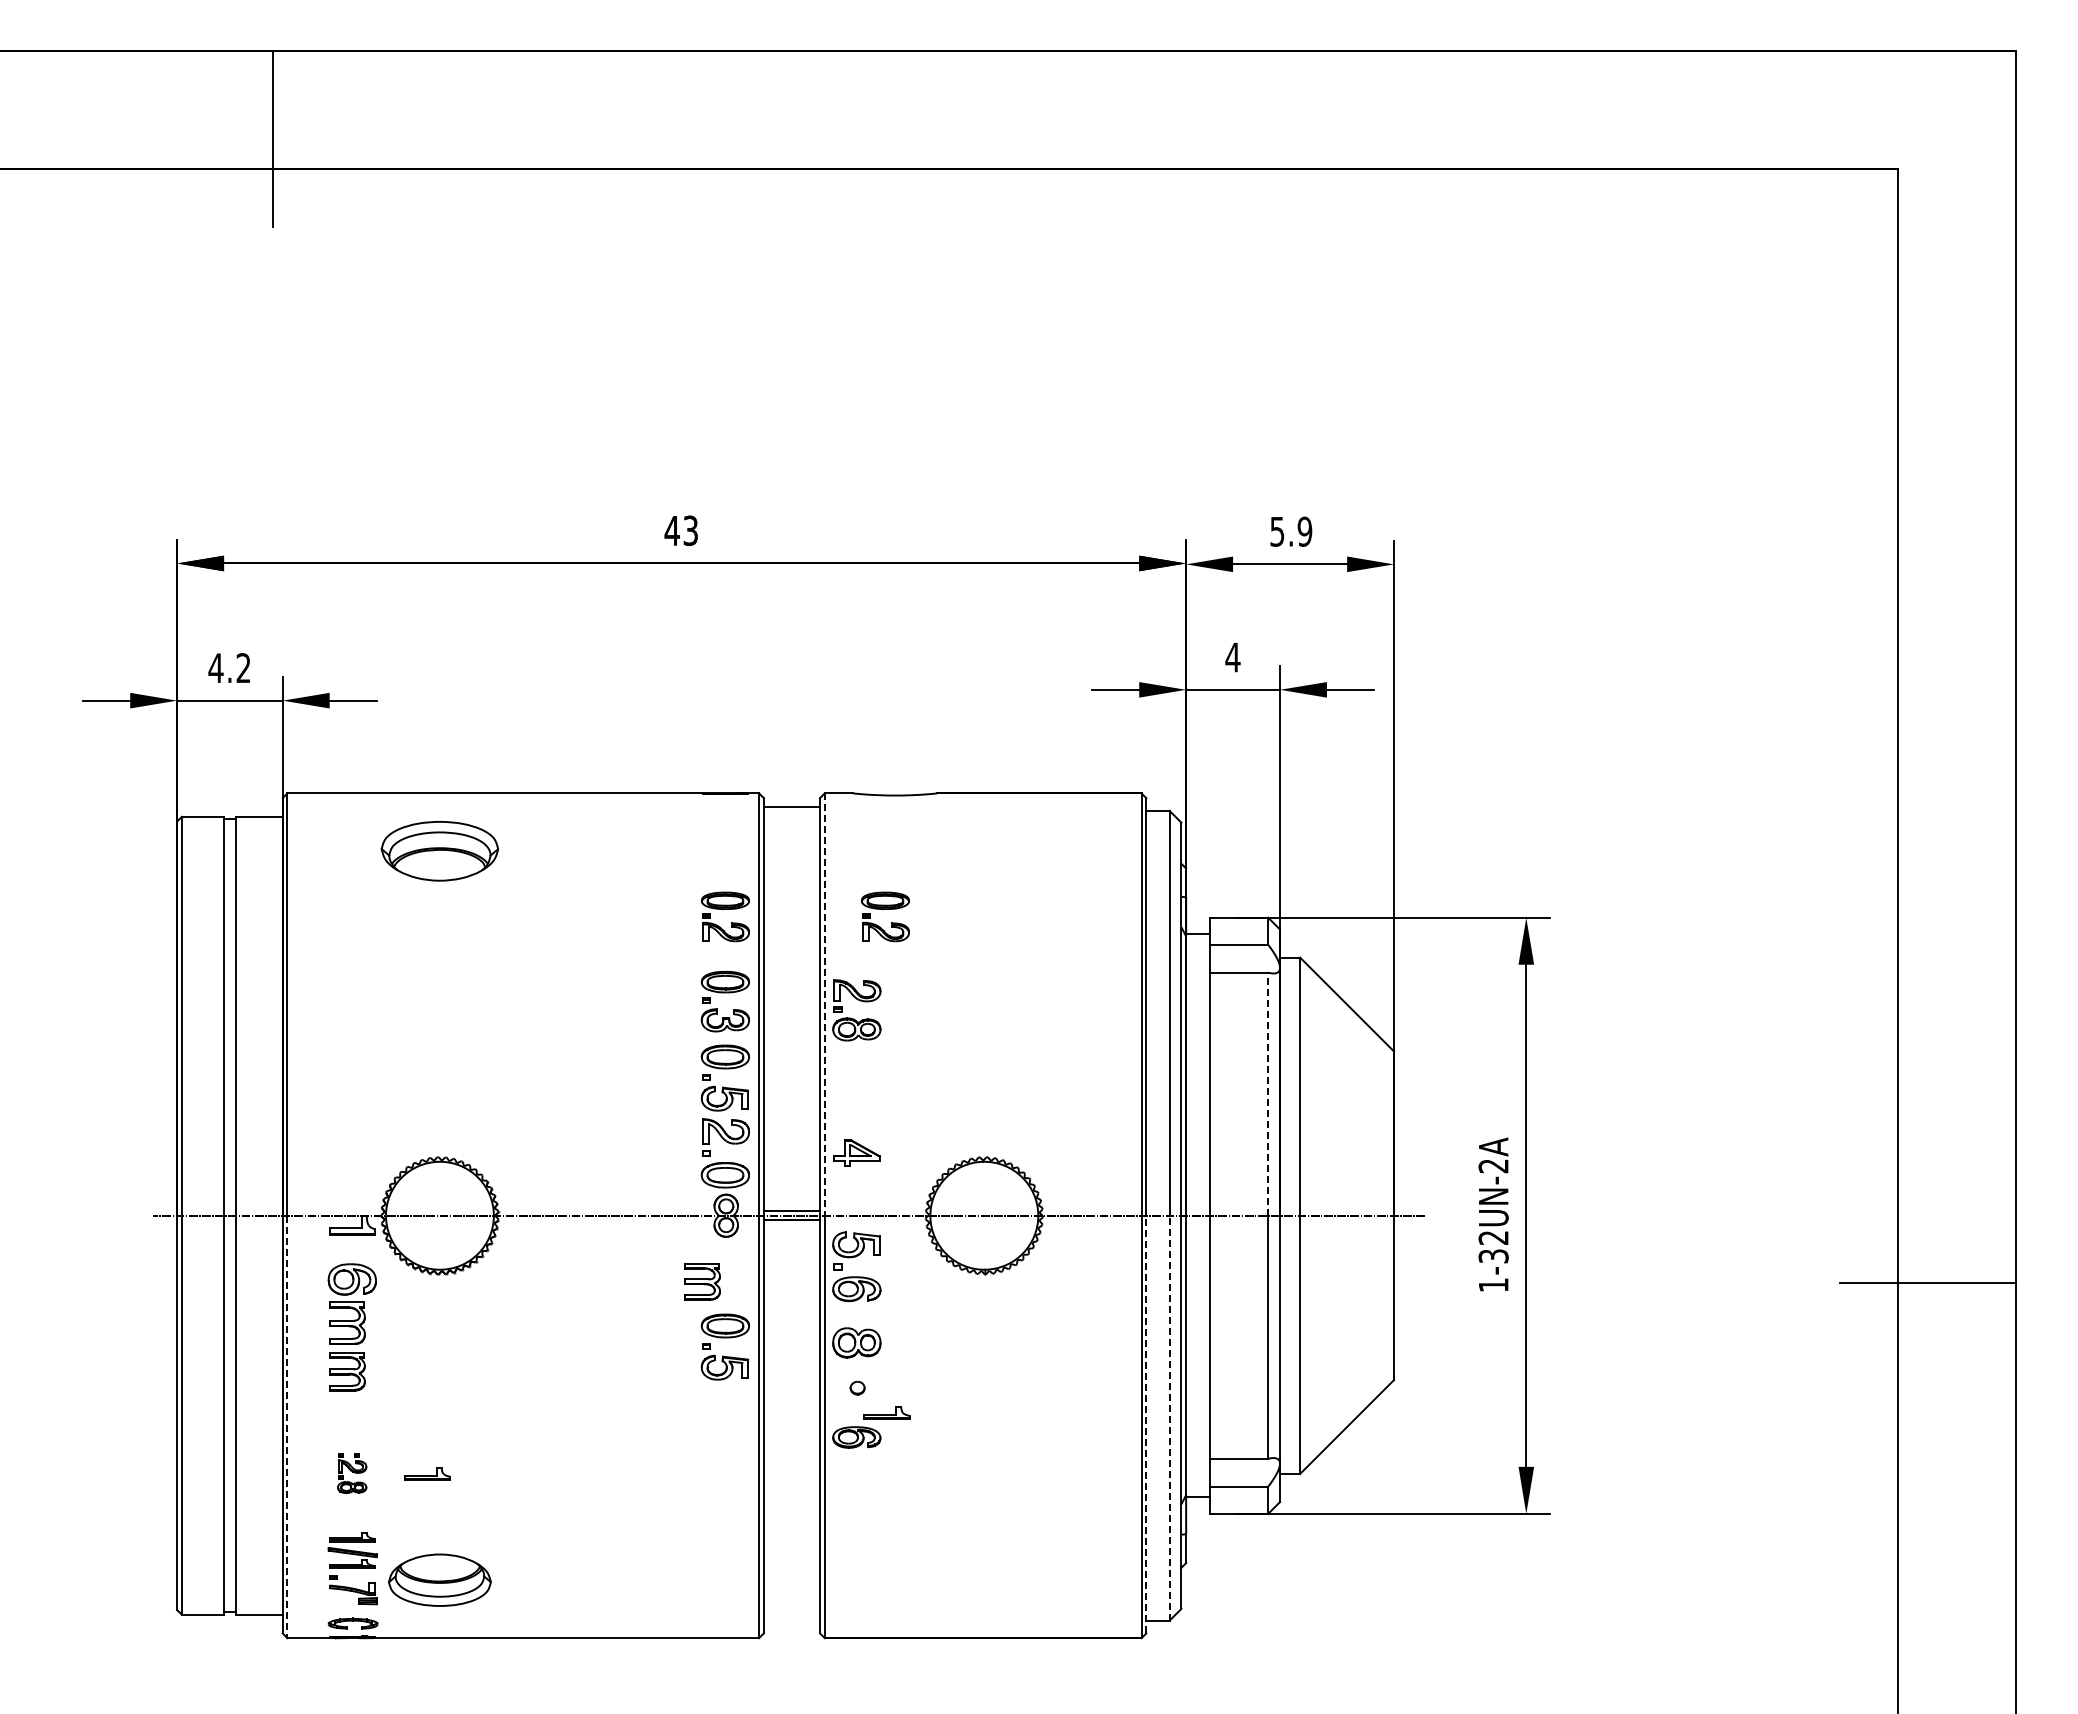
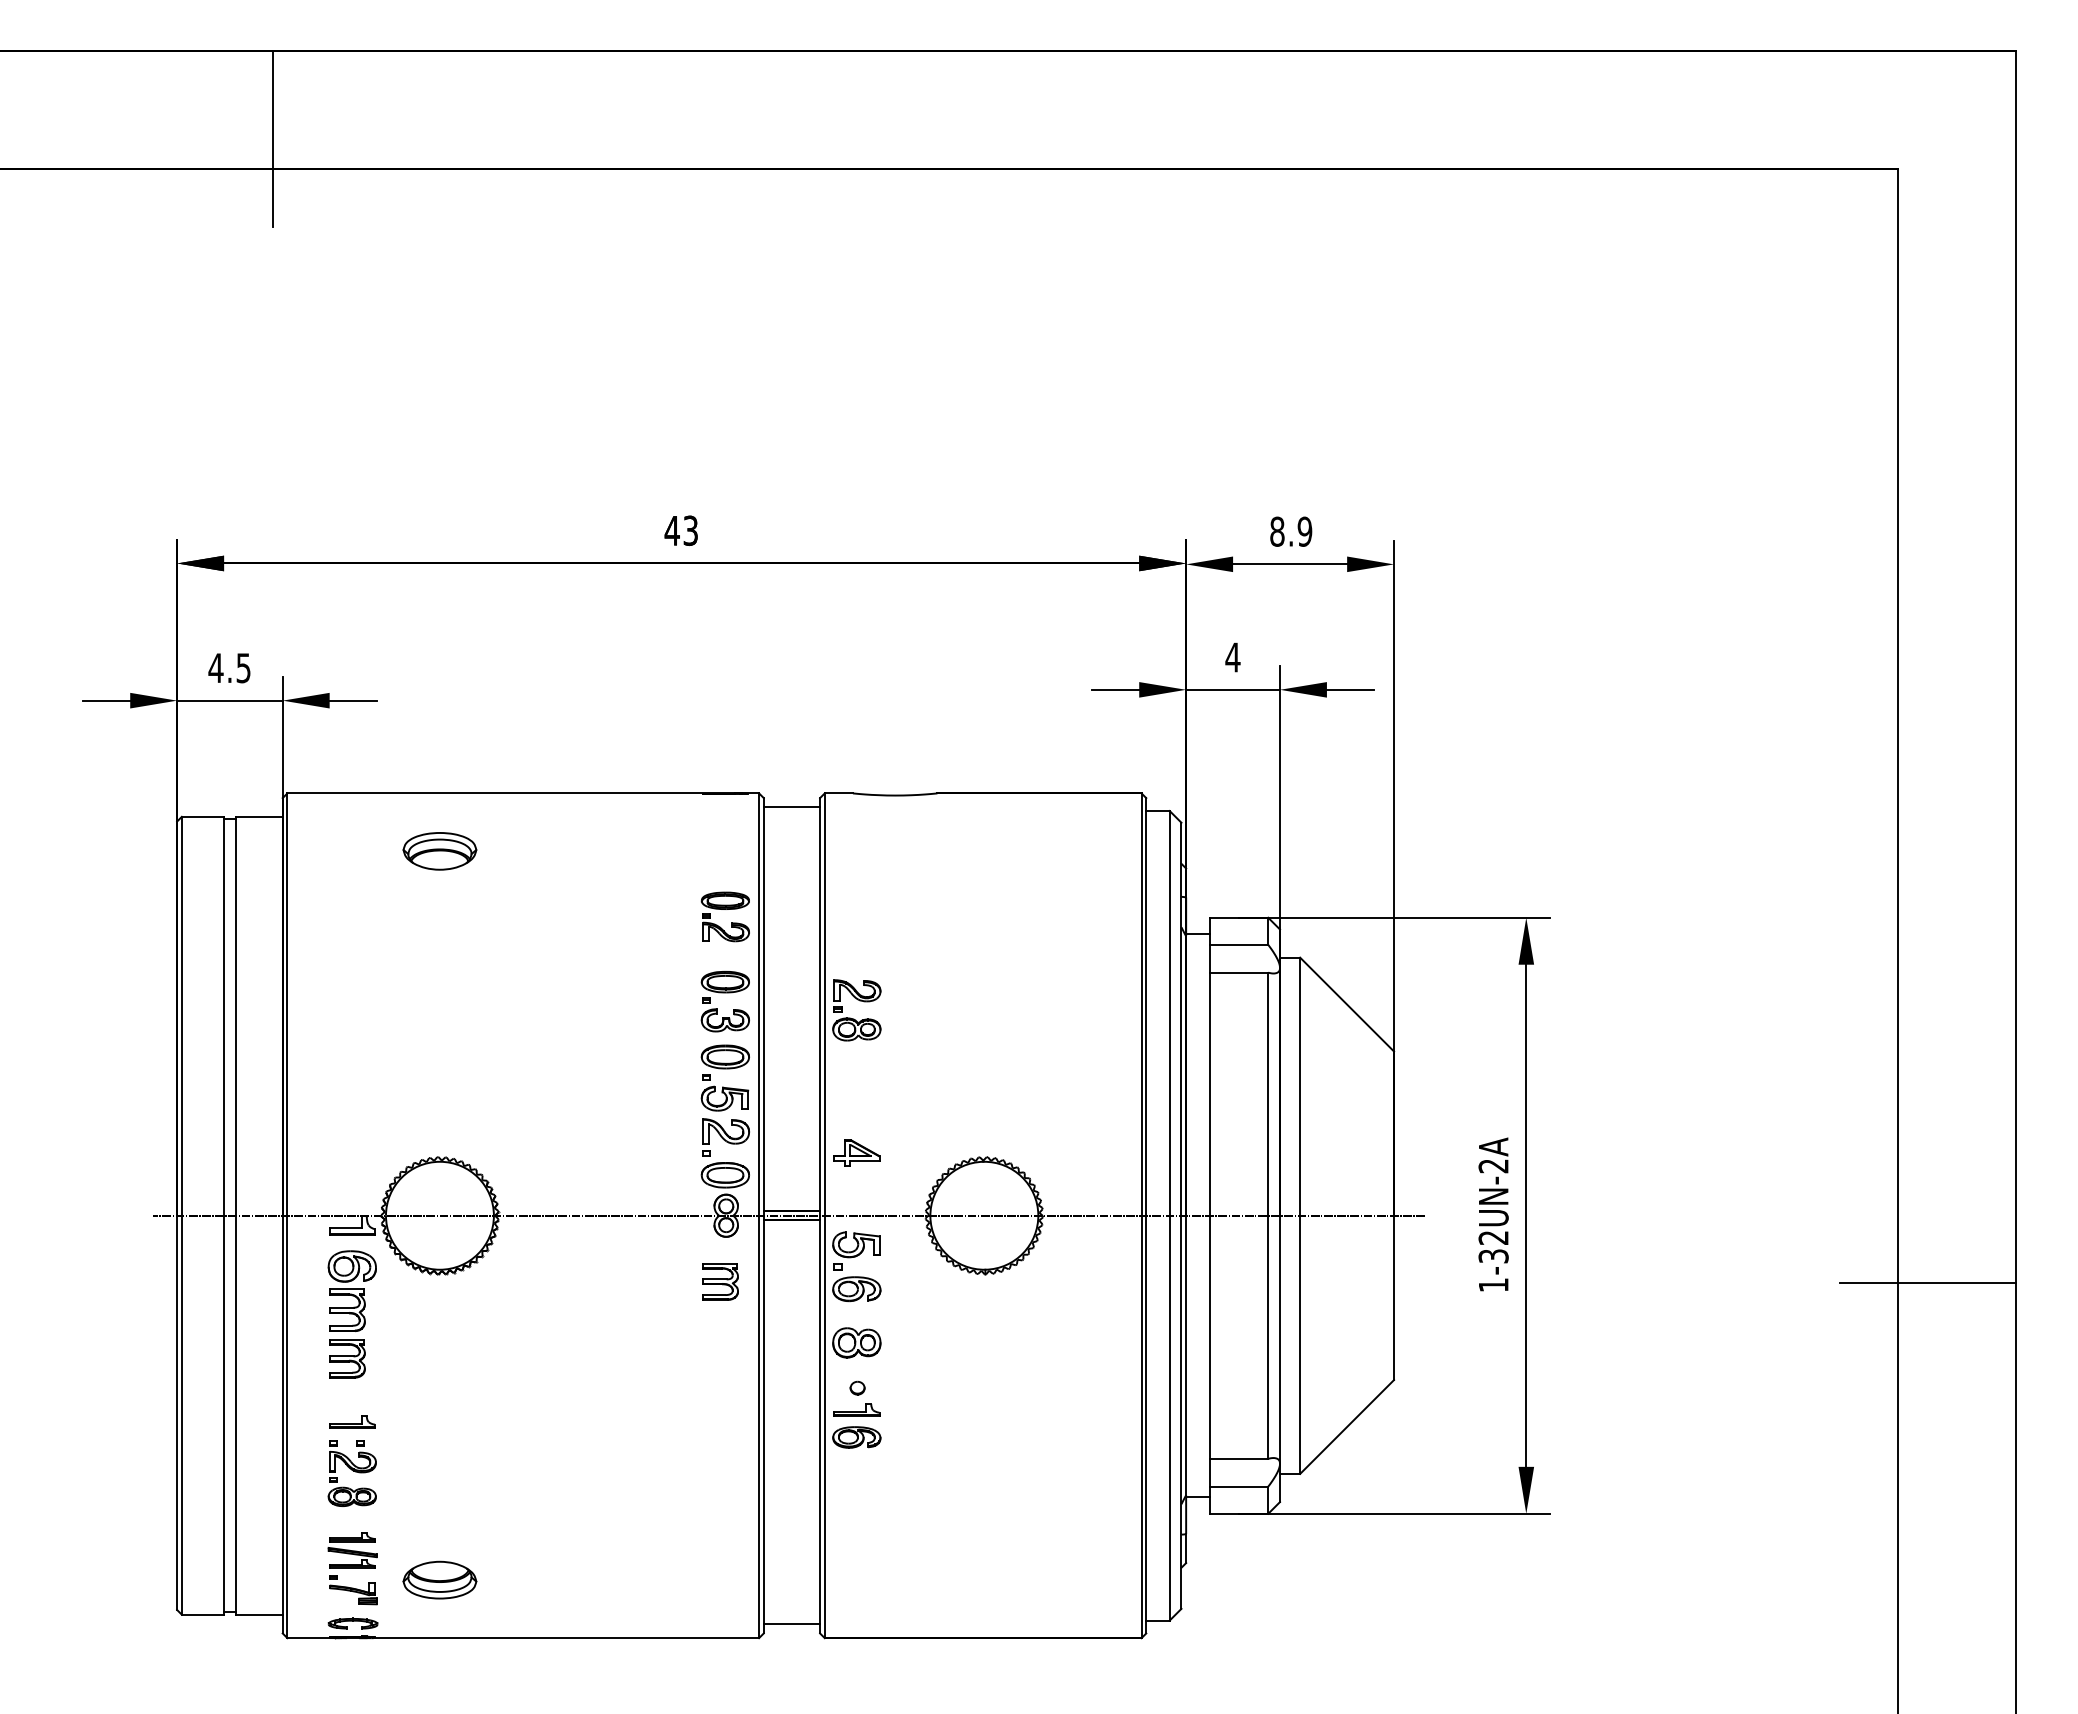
text at (1277, 531): 5.9 -> 8.9
text at (243, 668): 4.2 -> 4.5
part at (439, 851) size: 120x61 px -> 76x39 px
part at (884, 909): present -> none
line at (824, 1005): dashed -> solid
line at (1268, 1094): dashed -> solid
part at (702, 1281) position: (702, 1281) -> (720, 1281)
part at (351, 1327) position: (351, 1327) -> (351, 1314)
part at (724, 1338): present -> none
part at (886, 1412) position: (886, 1412) -> (856, 1409)
line at (1169, 1417): dashed -> solid
line at (1146, 1424): dashed -> solid
line at (287, 1427): dashed -> solid
part at (352, 1473) size: 31x41 px -> 50x67 px
part at (427, 1473) position: (427, 1473) -> (352, 1421)
part at (439, 1579) size: 104x54 px -> 76x40 px
line at (791, 1624): none -> present
